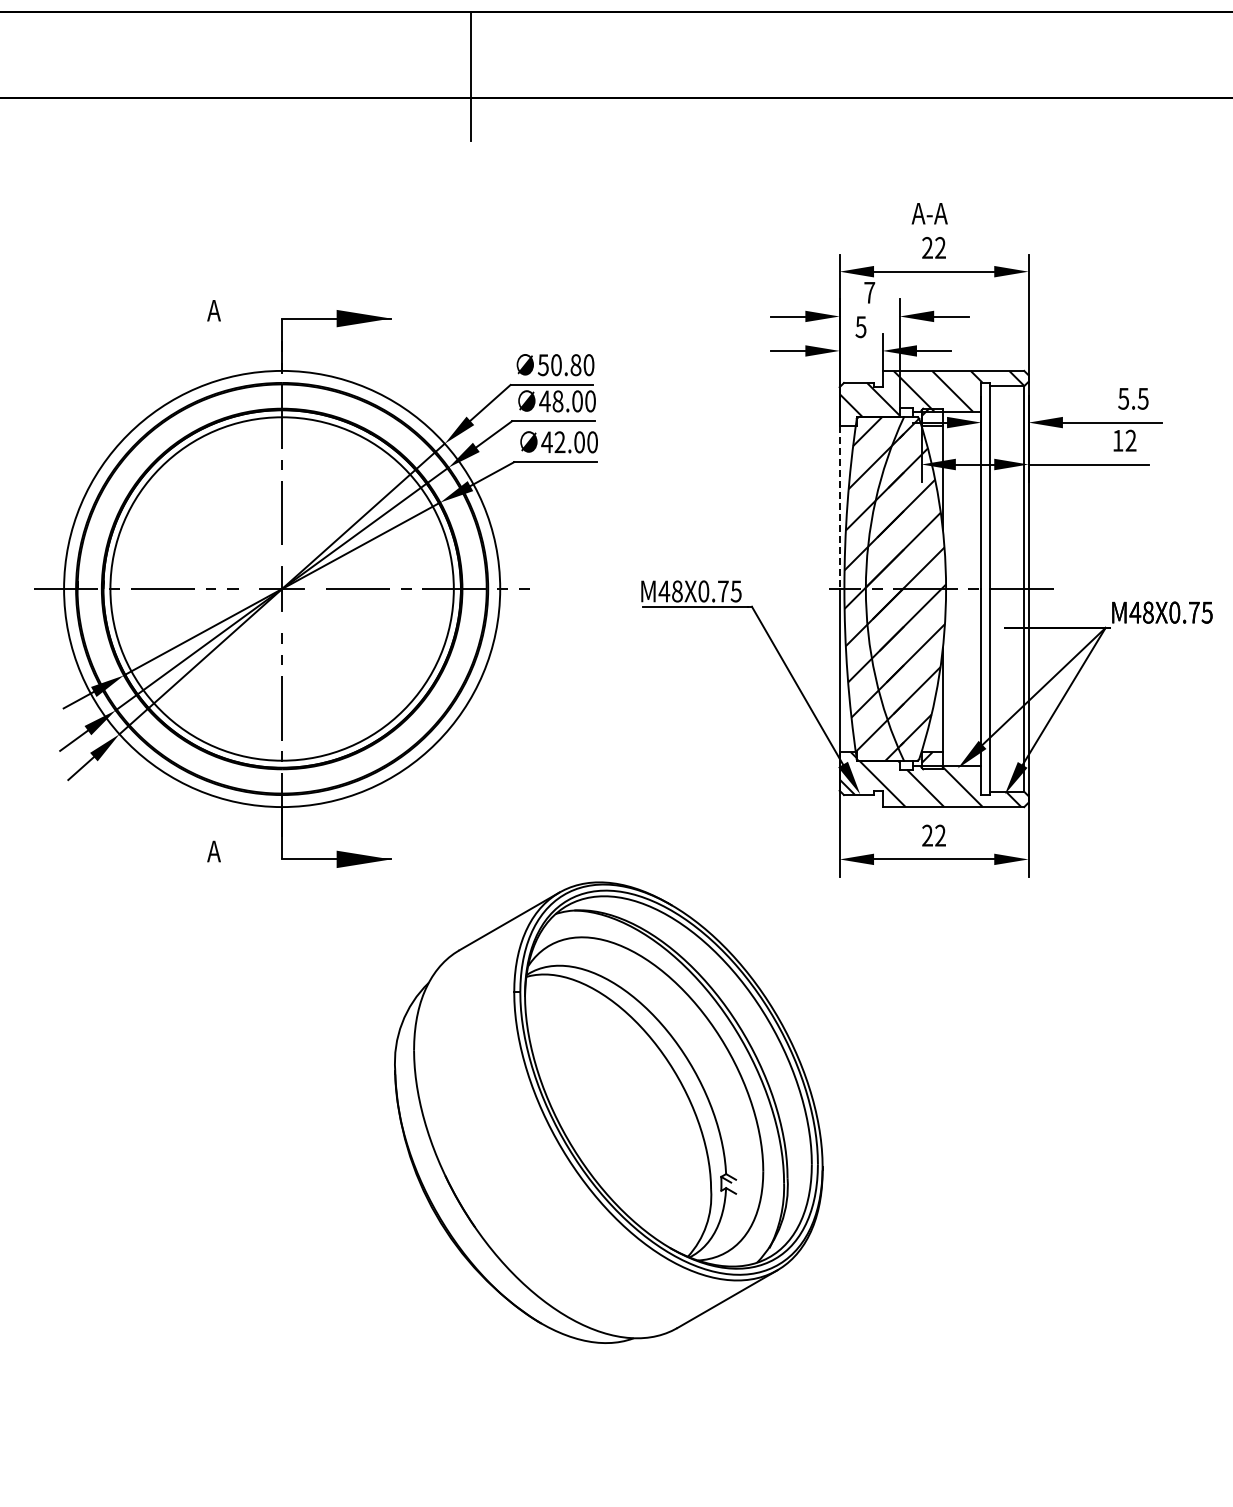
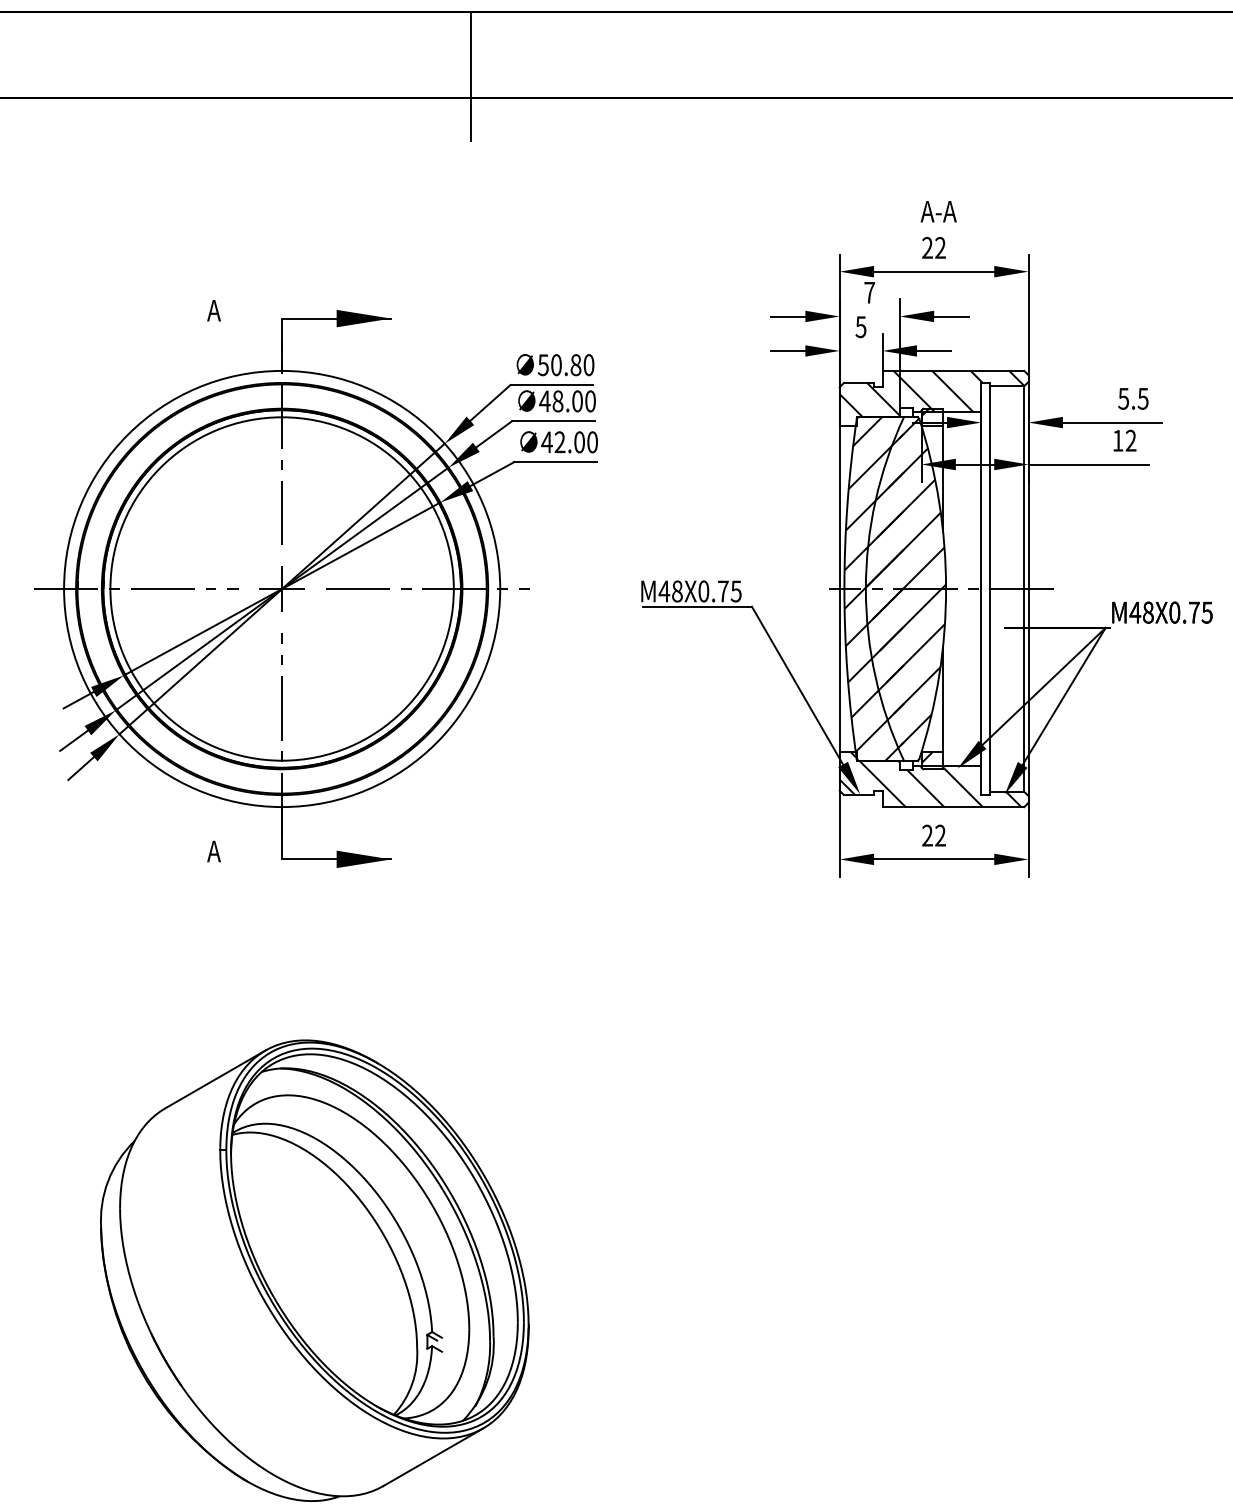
text at (929, 213) position: (929, 213) -> (938, 211)
line at (839, 507): dashed -> solid
part at (608, 1112) position: (608, 1112) -> (314, 1270)
